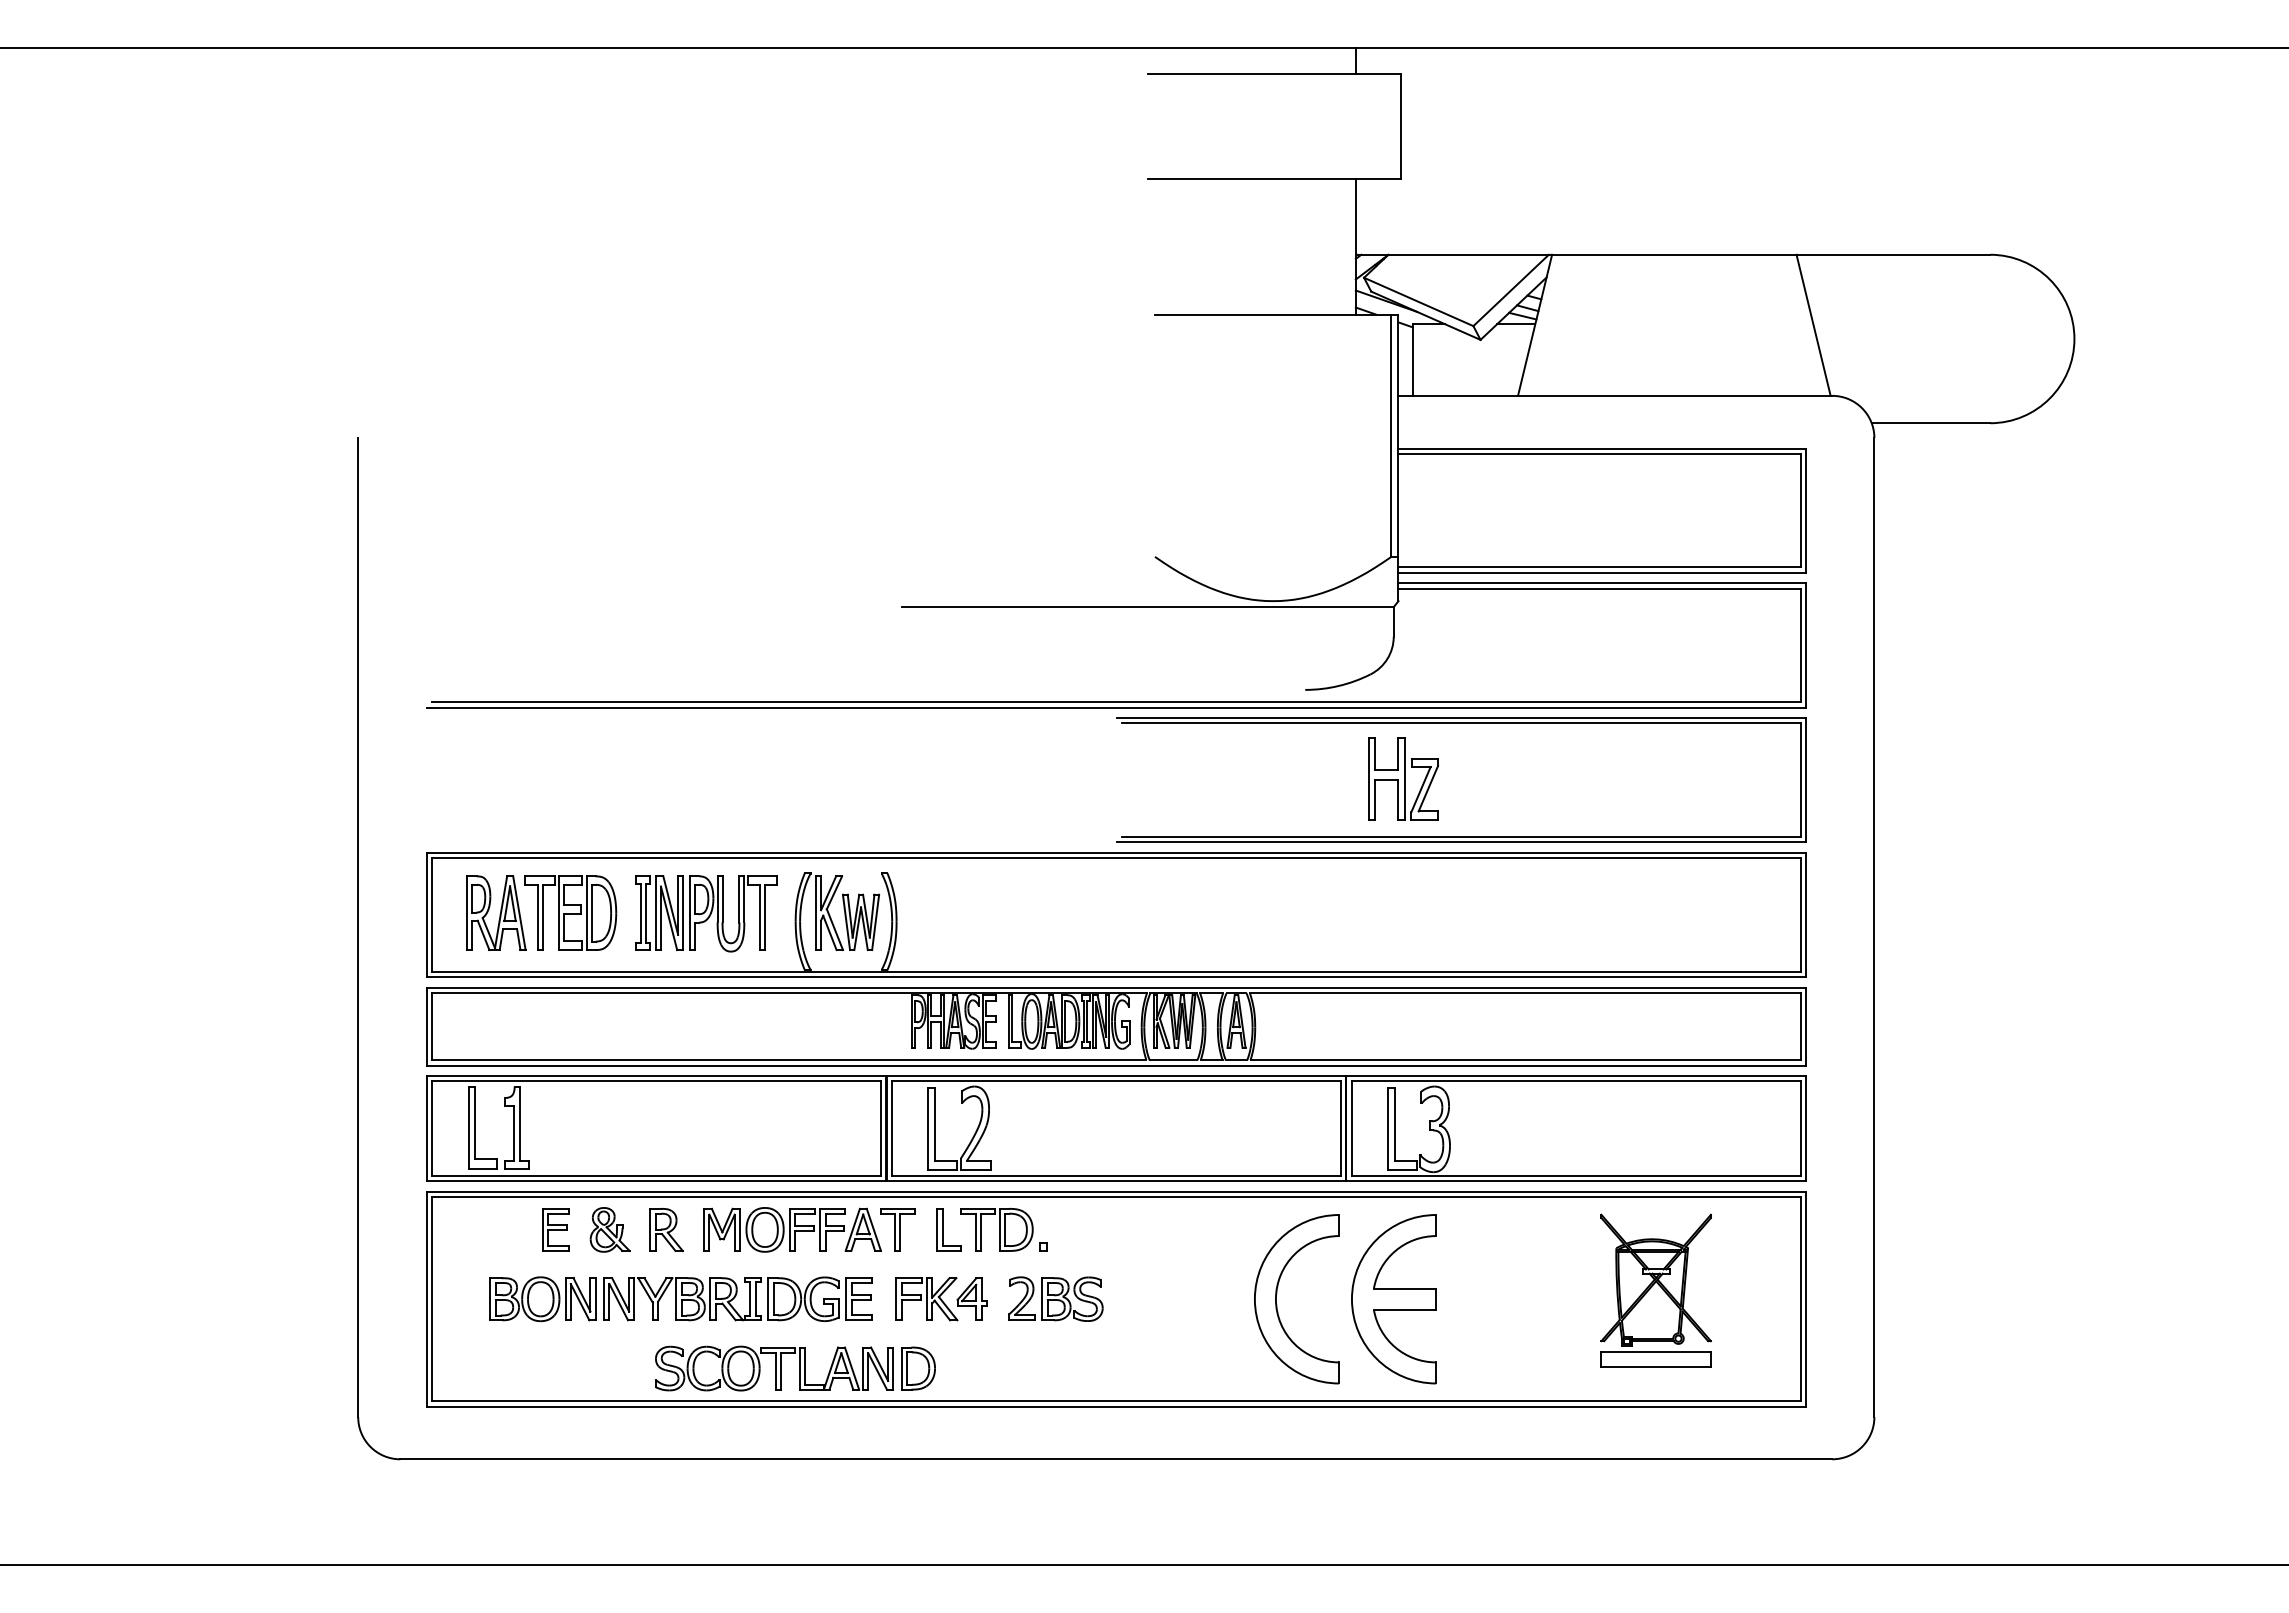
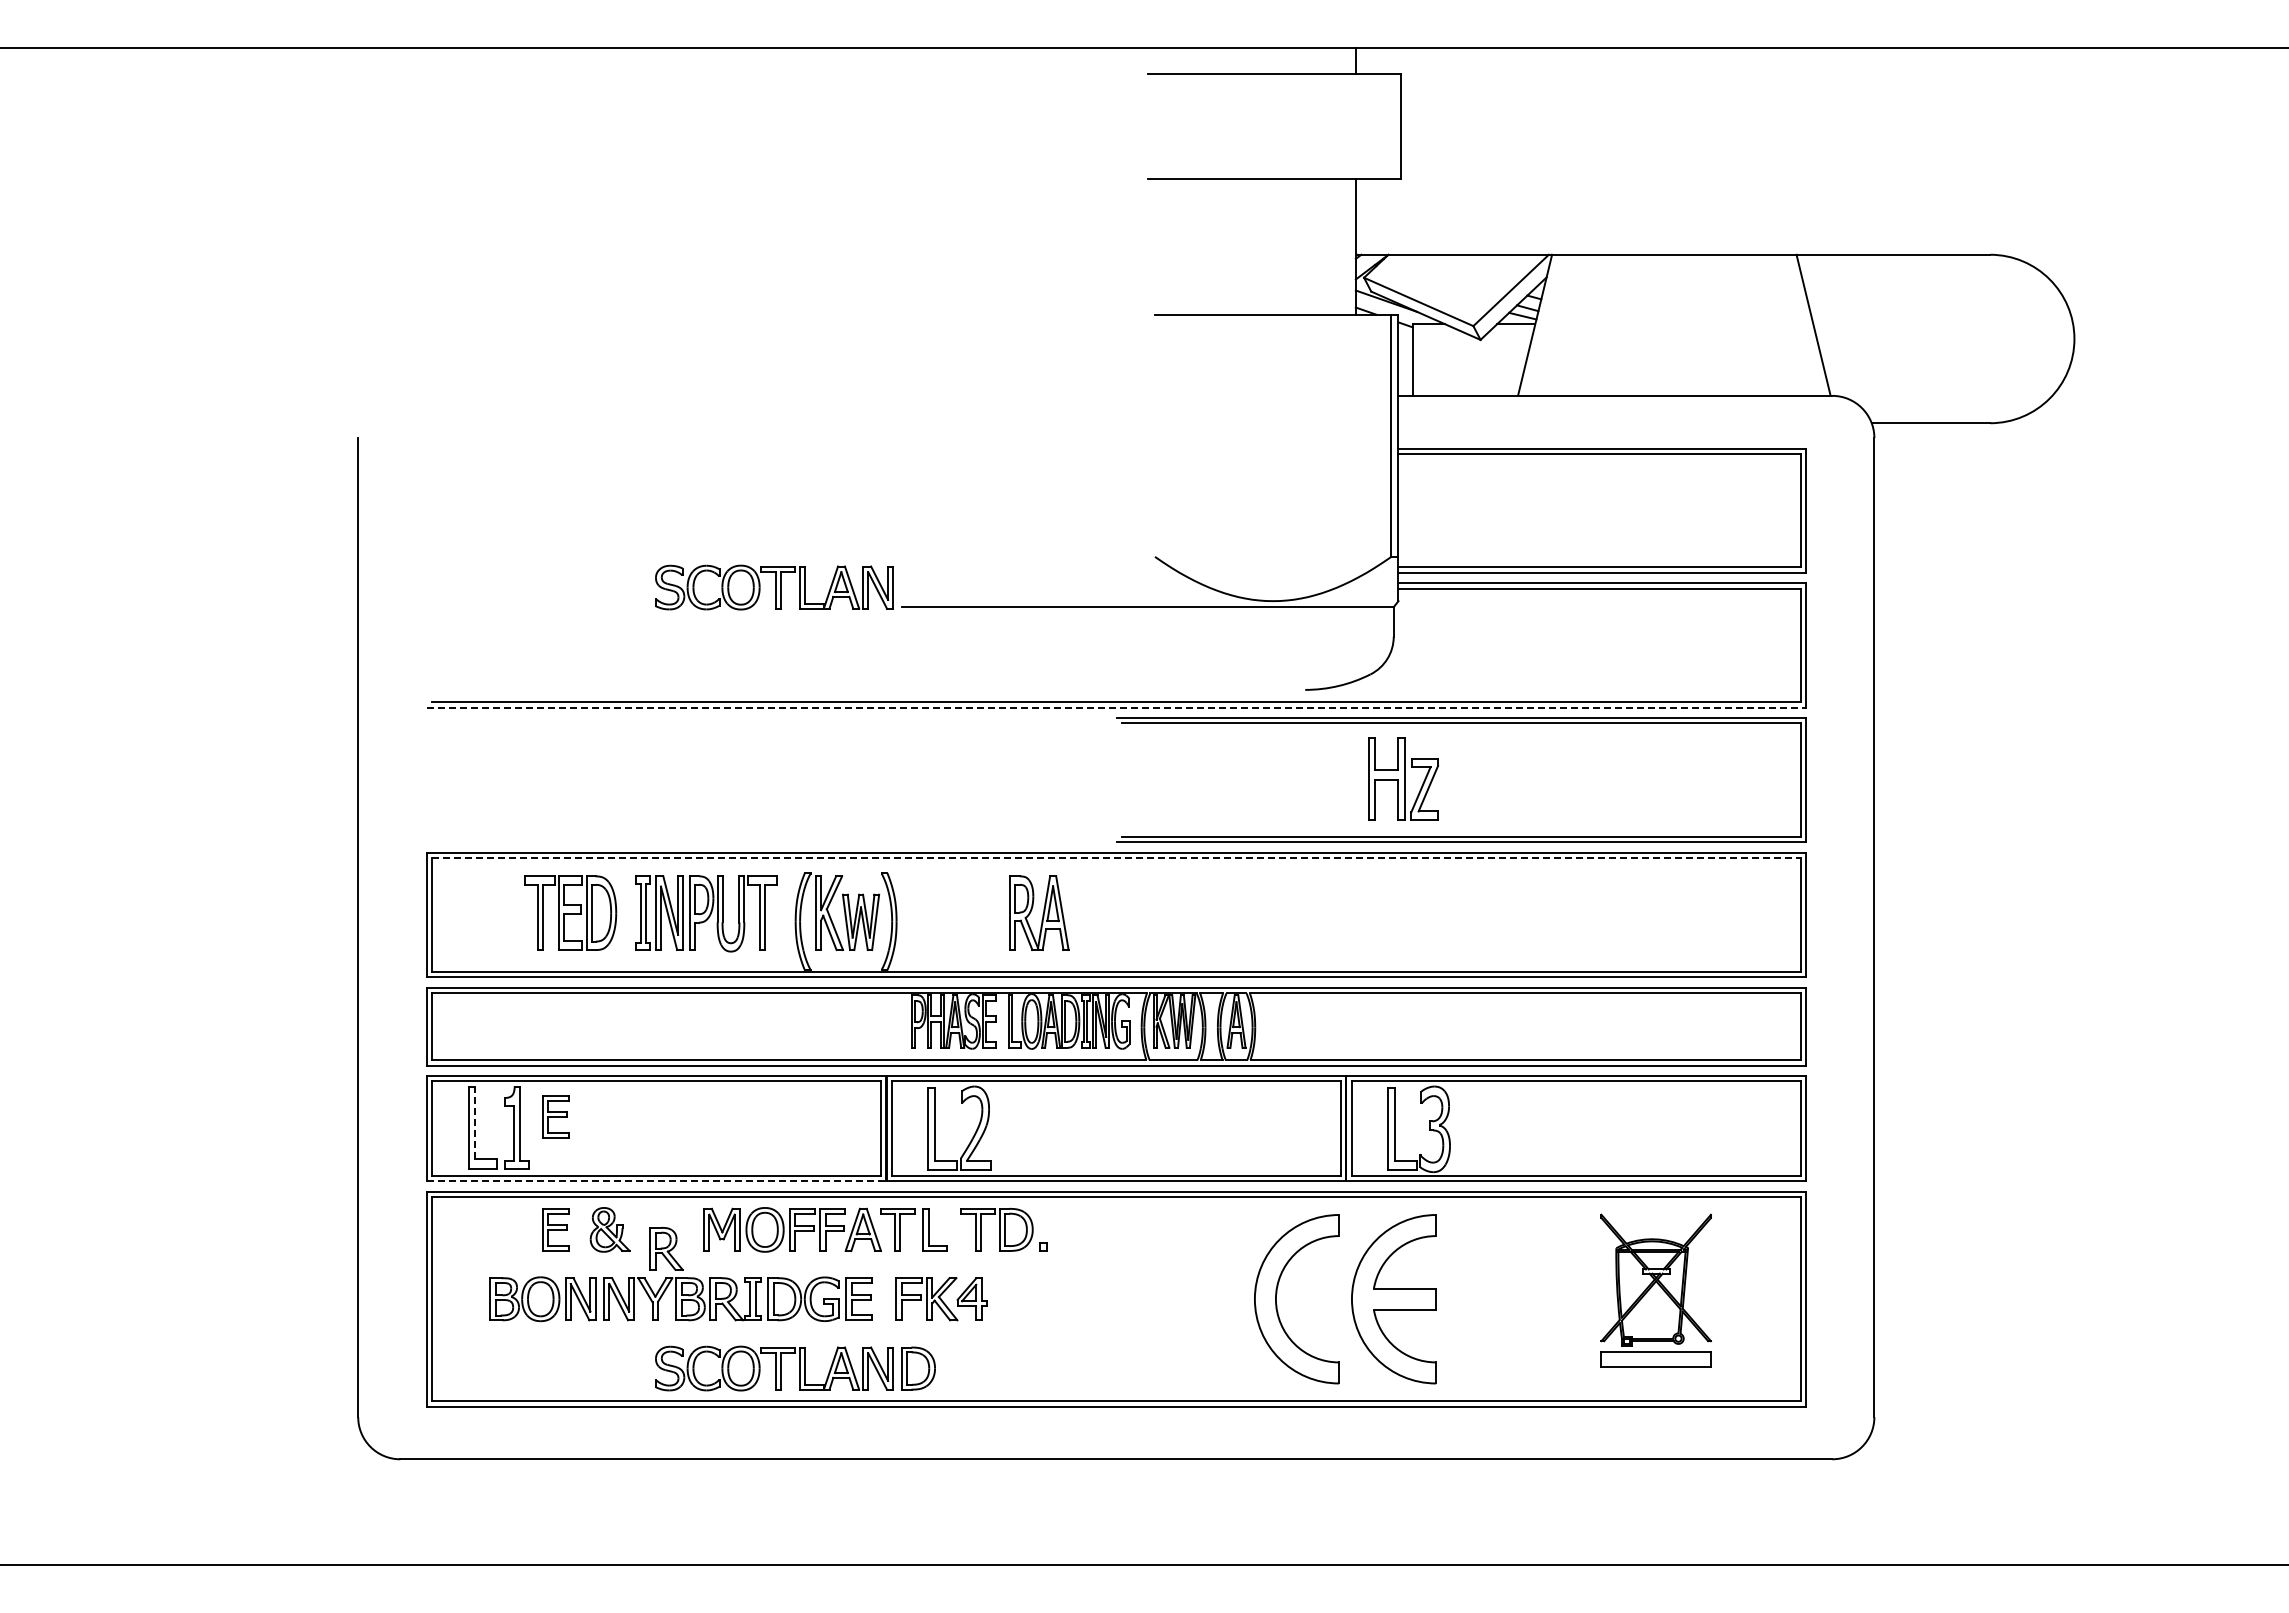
part at (774, 587): none -> present
line at (1116, 707): solid -> dashed
line at (1116, 858): solid -> dashed
part at (496, 912) position: (496, 912) -> (1039, 912)
part at (555, 1116): none -> present
line at (475, 1122): solid -> dashed
line at (656, 1181): solid -> dashed
part at (666, 1229) position: (666, 1229) -> (666, 1248)
part at (948, 1229) position: (948, 1229) -> (934, 1229)
part at (1055, 1298): present -> none
